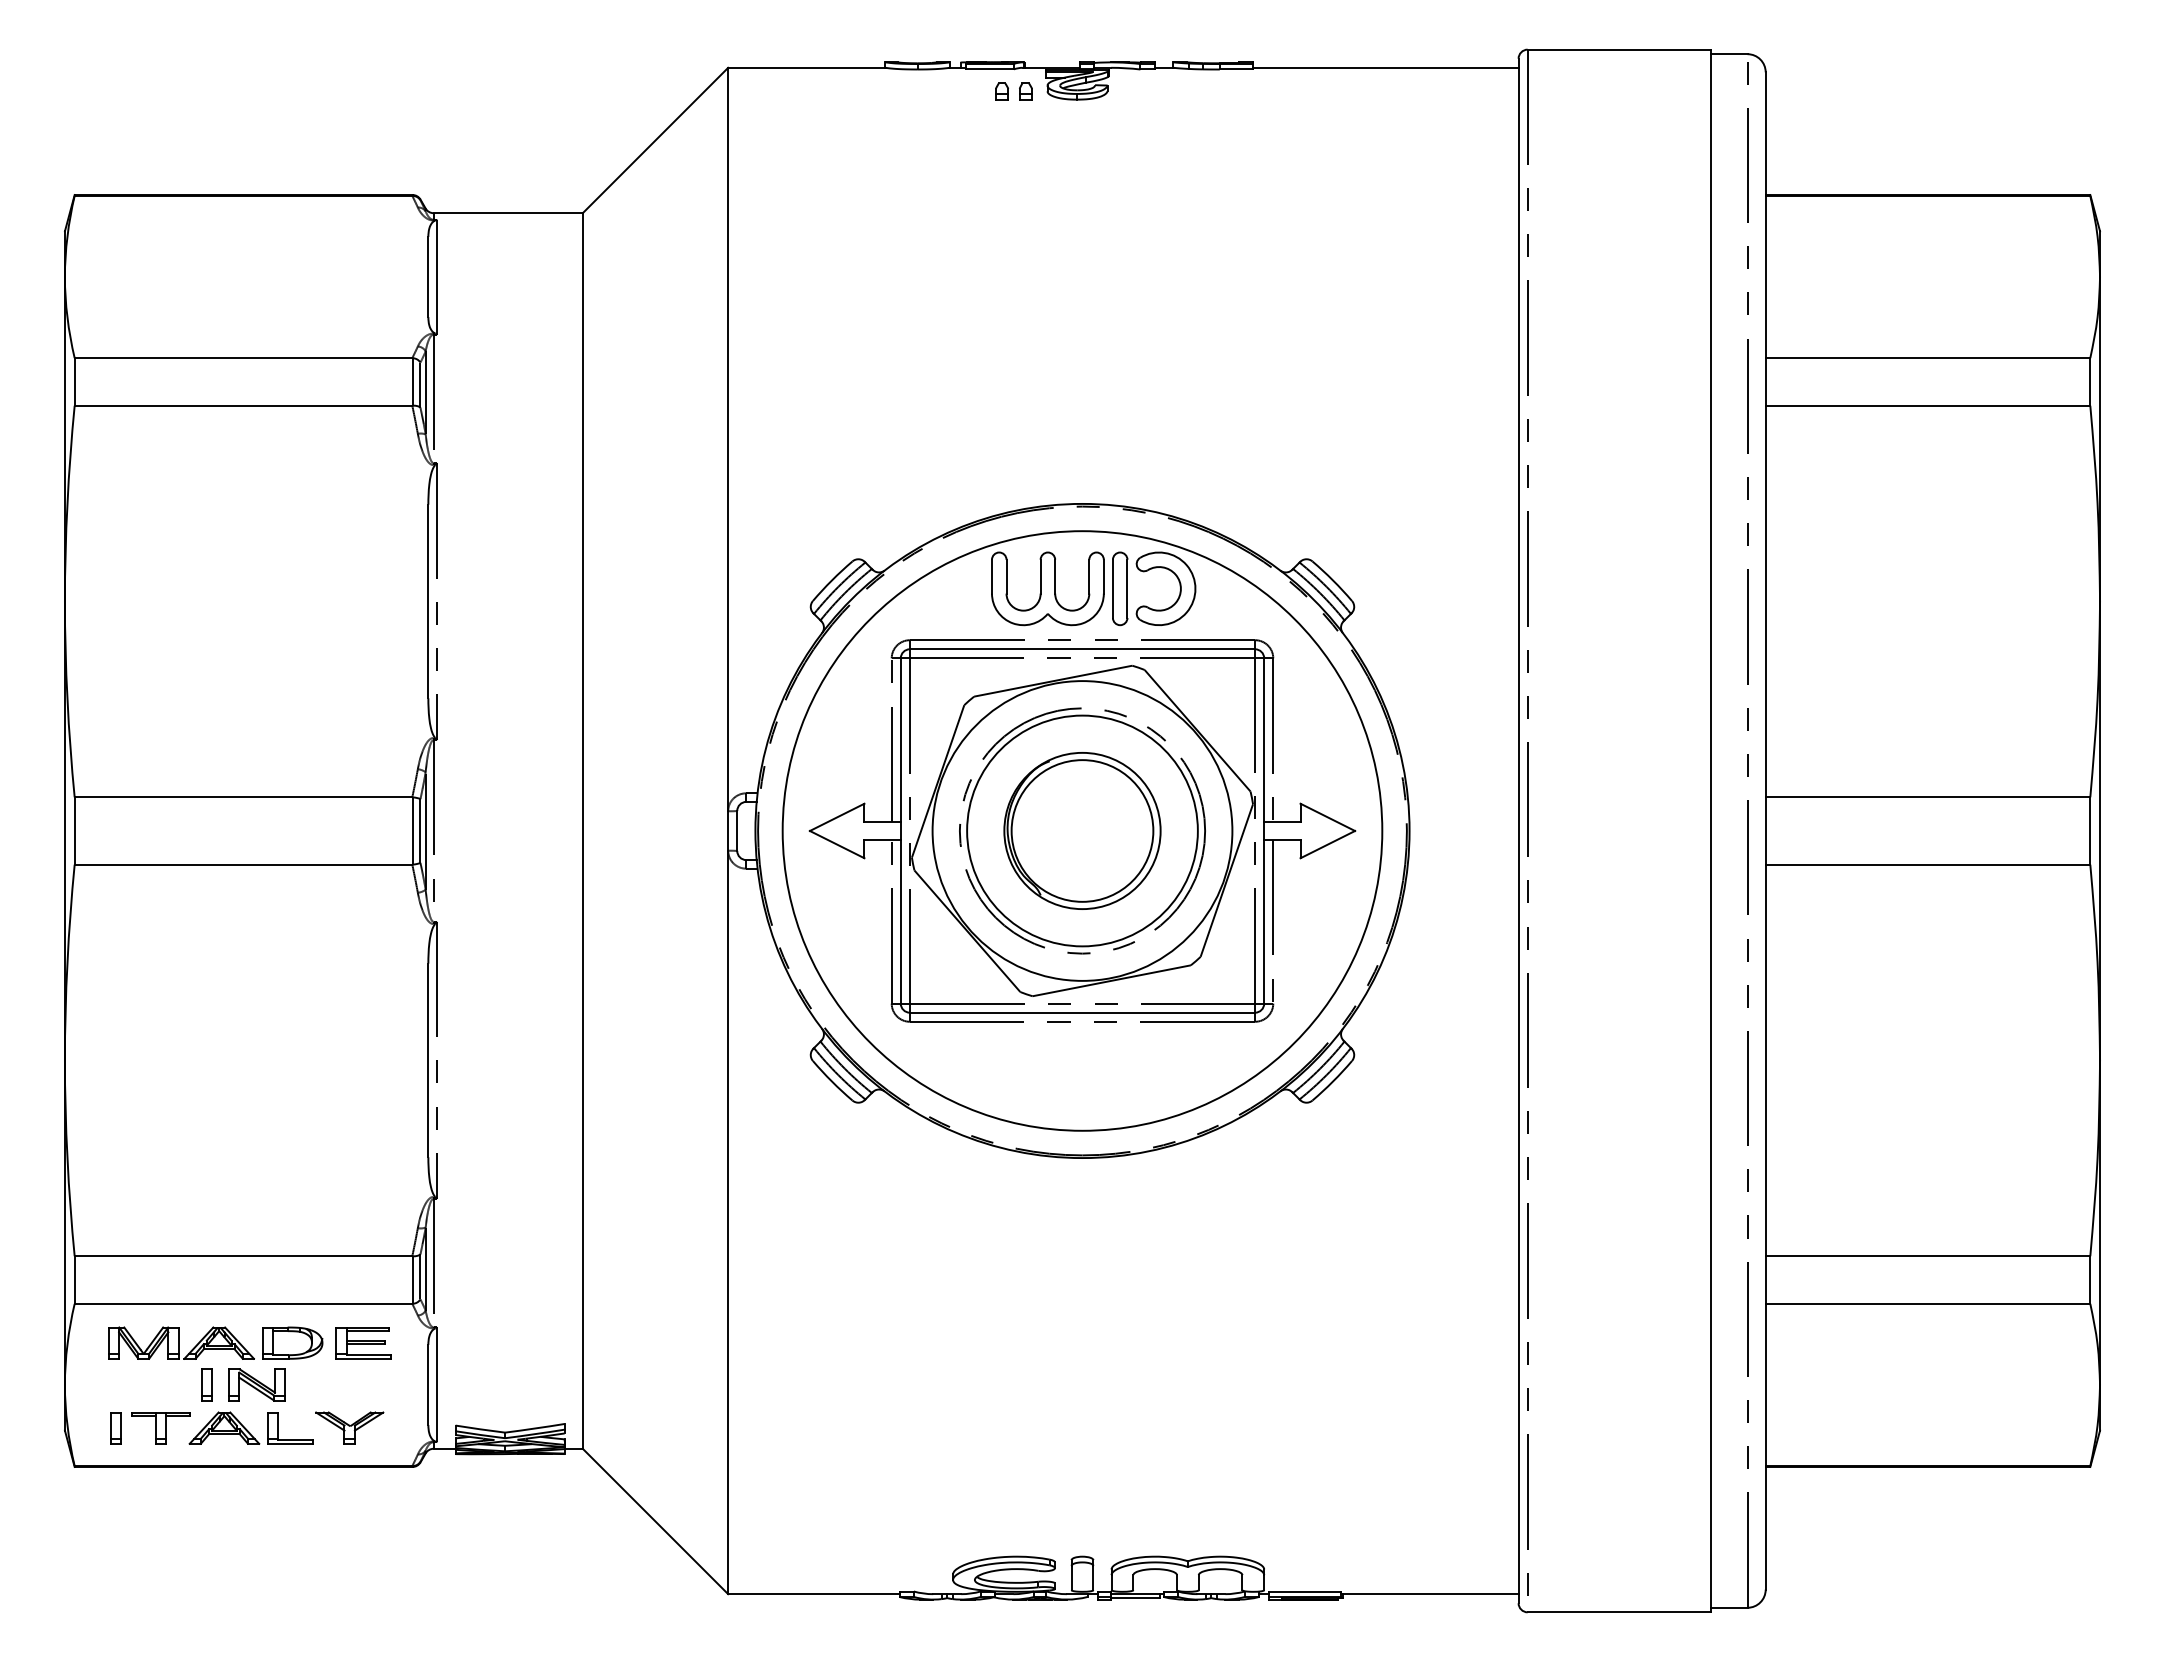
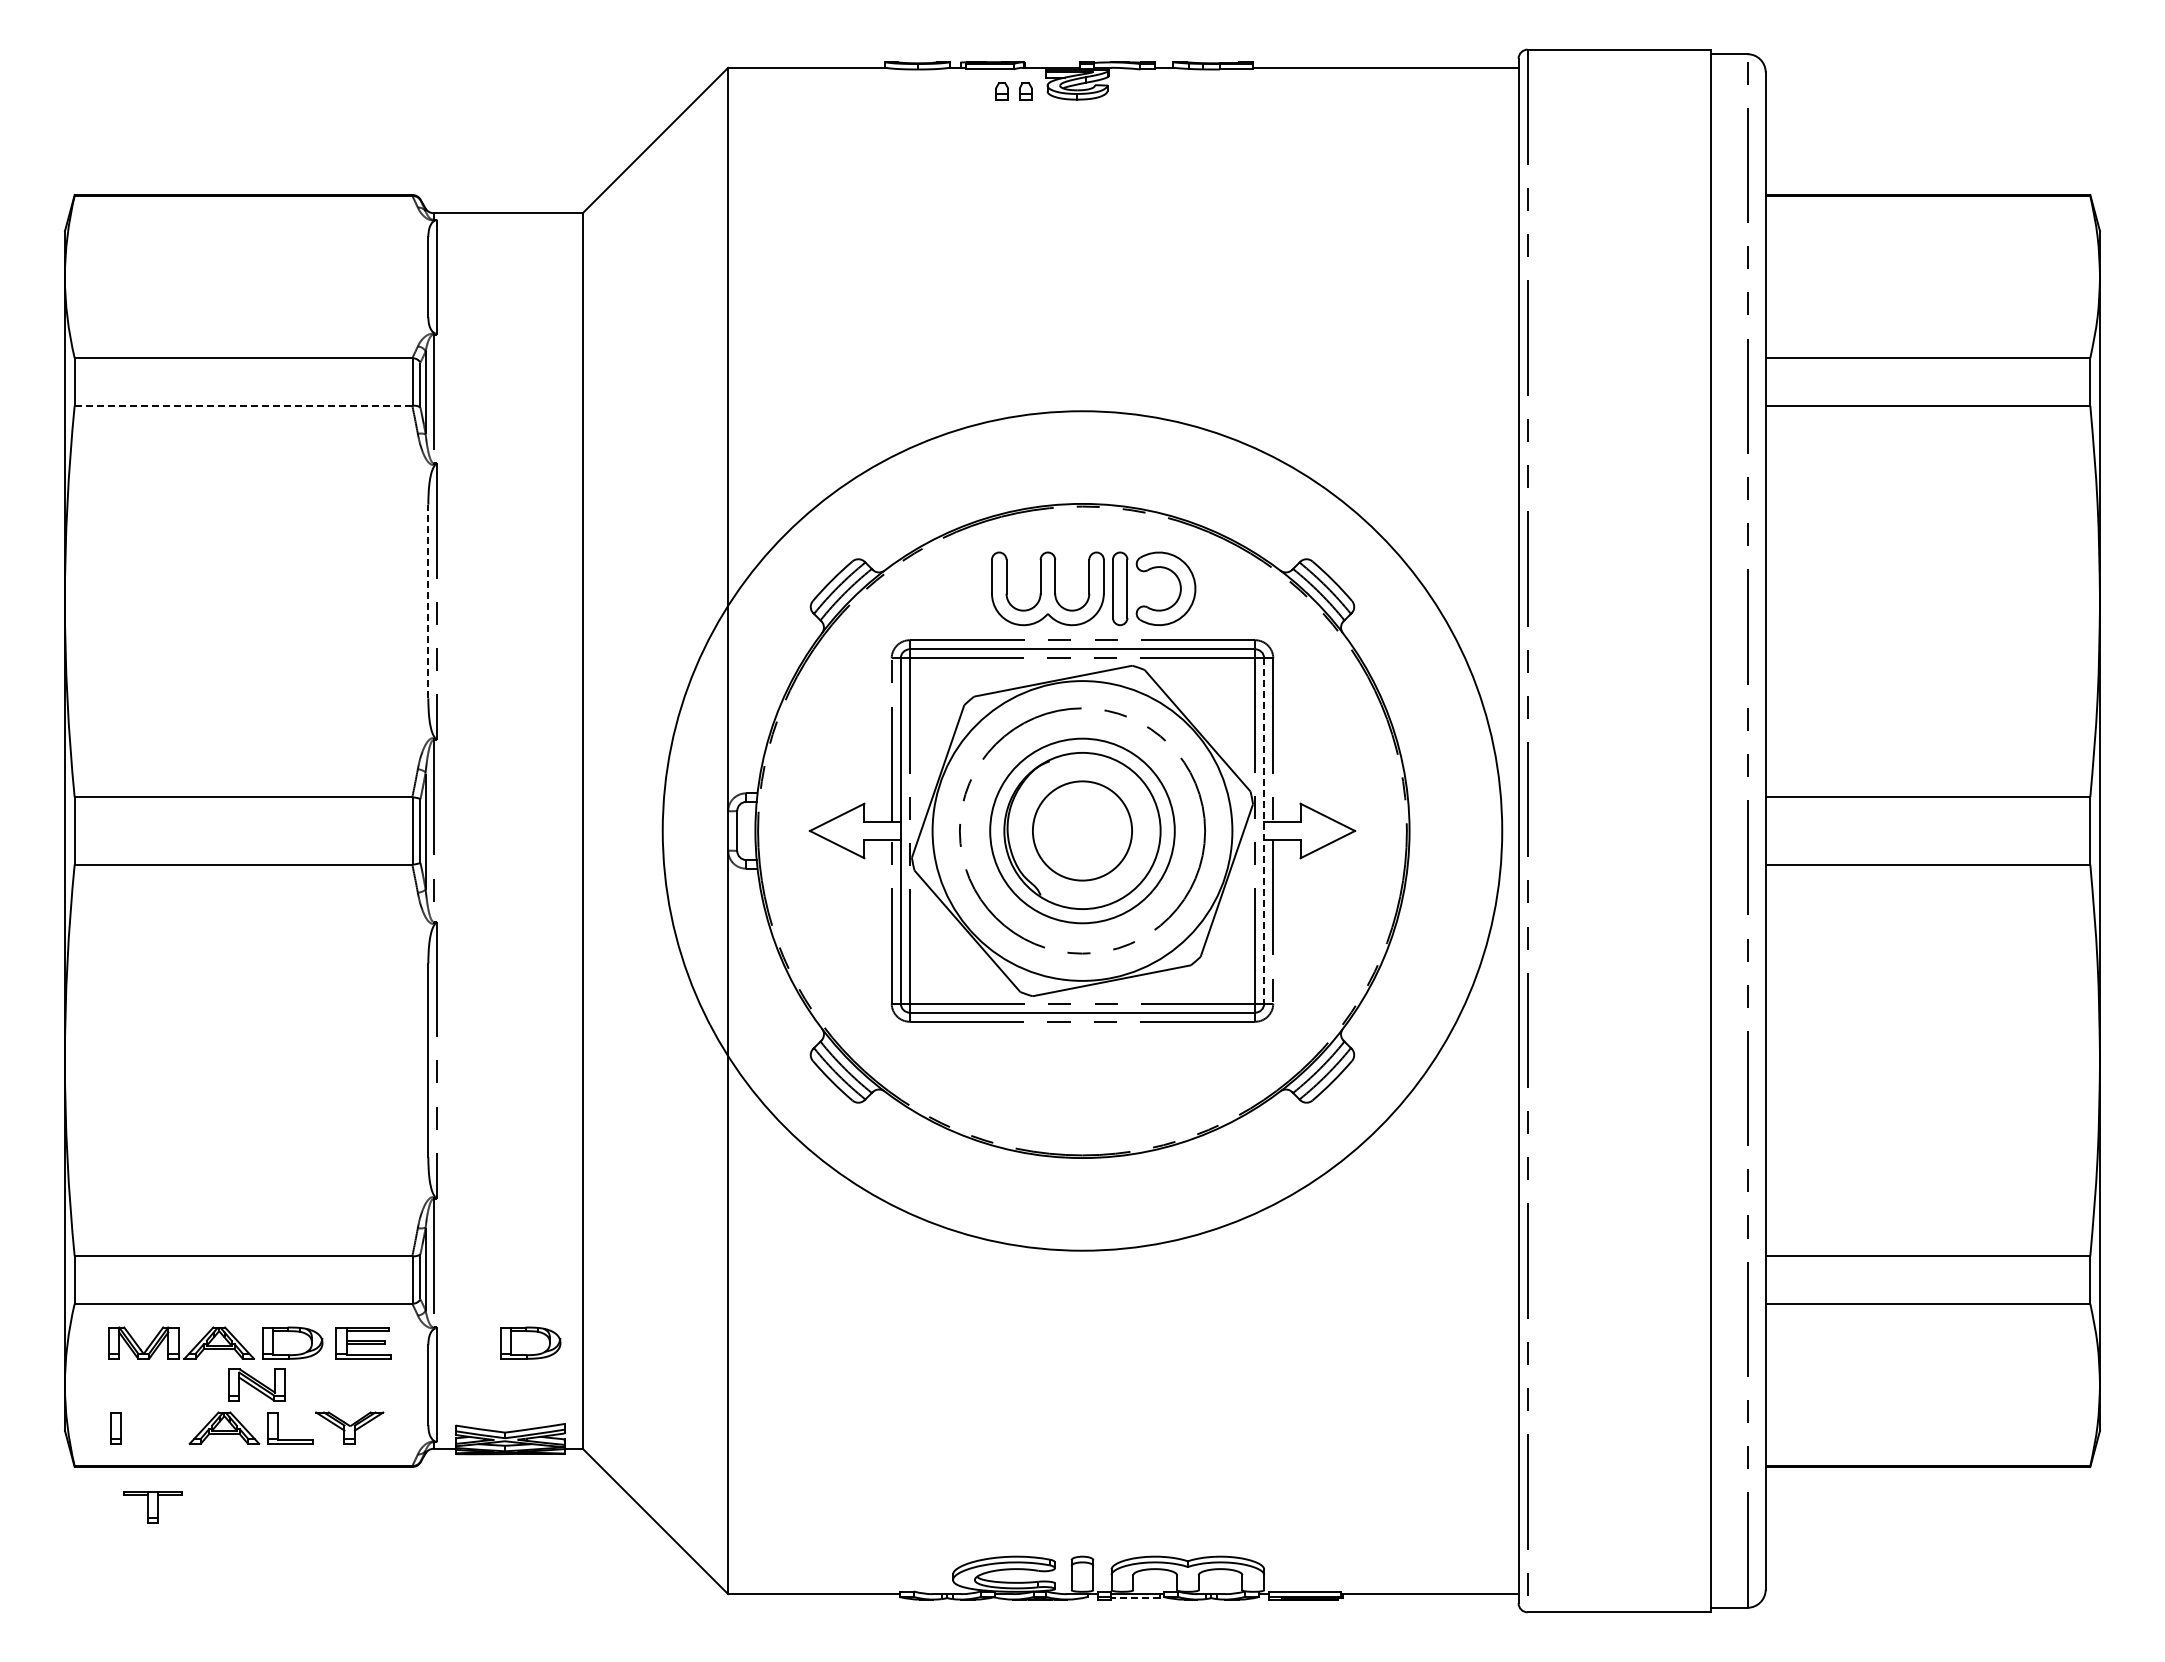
line at (243, 405): solid -> dashed
line at (428, 601): solid -> dashed
circle at (1082, 830) diameter: 142 px -> 99 px
circle at (1082, 830) diameter: 231 px -> 185 px
circle at (1082, 830) diameter: 600 px -> 839 px
line at (1264, 830): solid -> dashed
part at (530, 1342): none -> present
part at (206, 1384): present -> none
part at (160, 1428) position: (160, 1428) -> (152, 1507)
line at (1135, 1598): solid -> dashed
